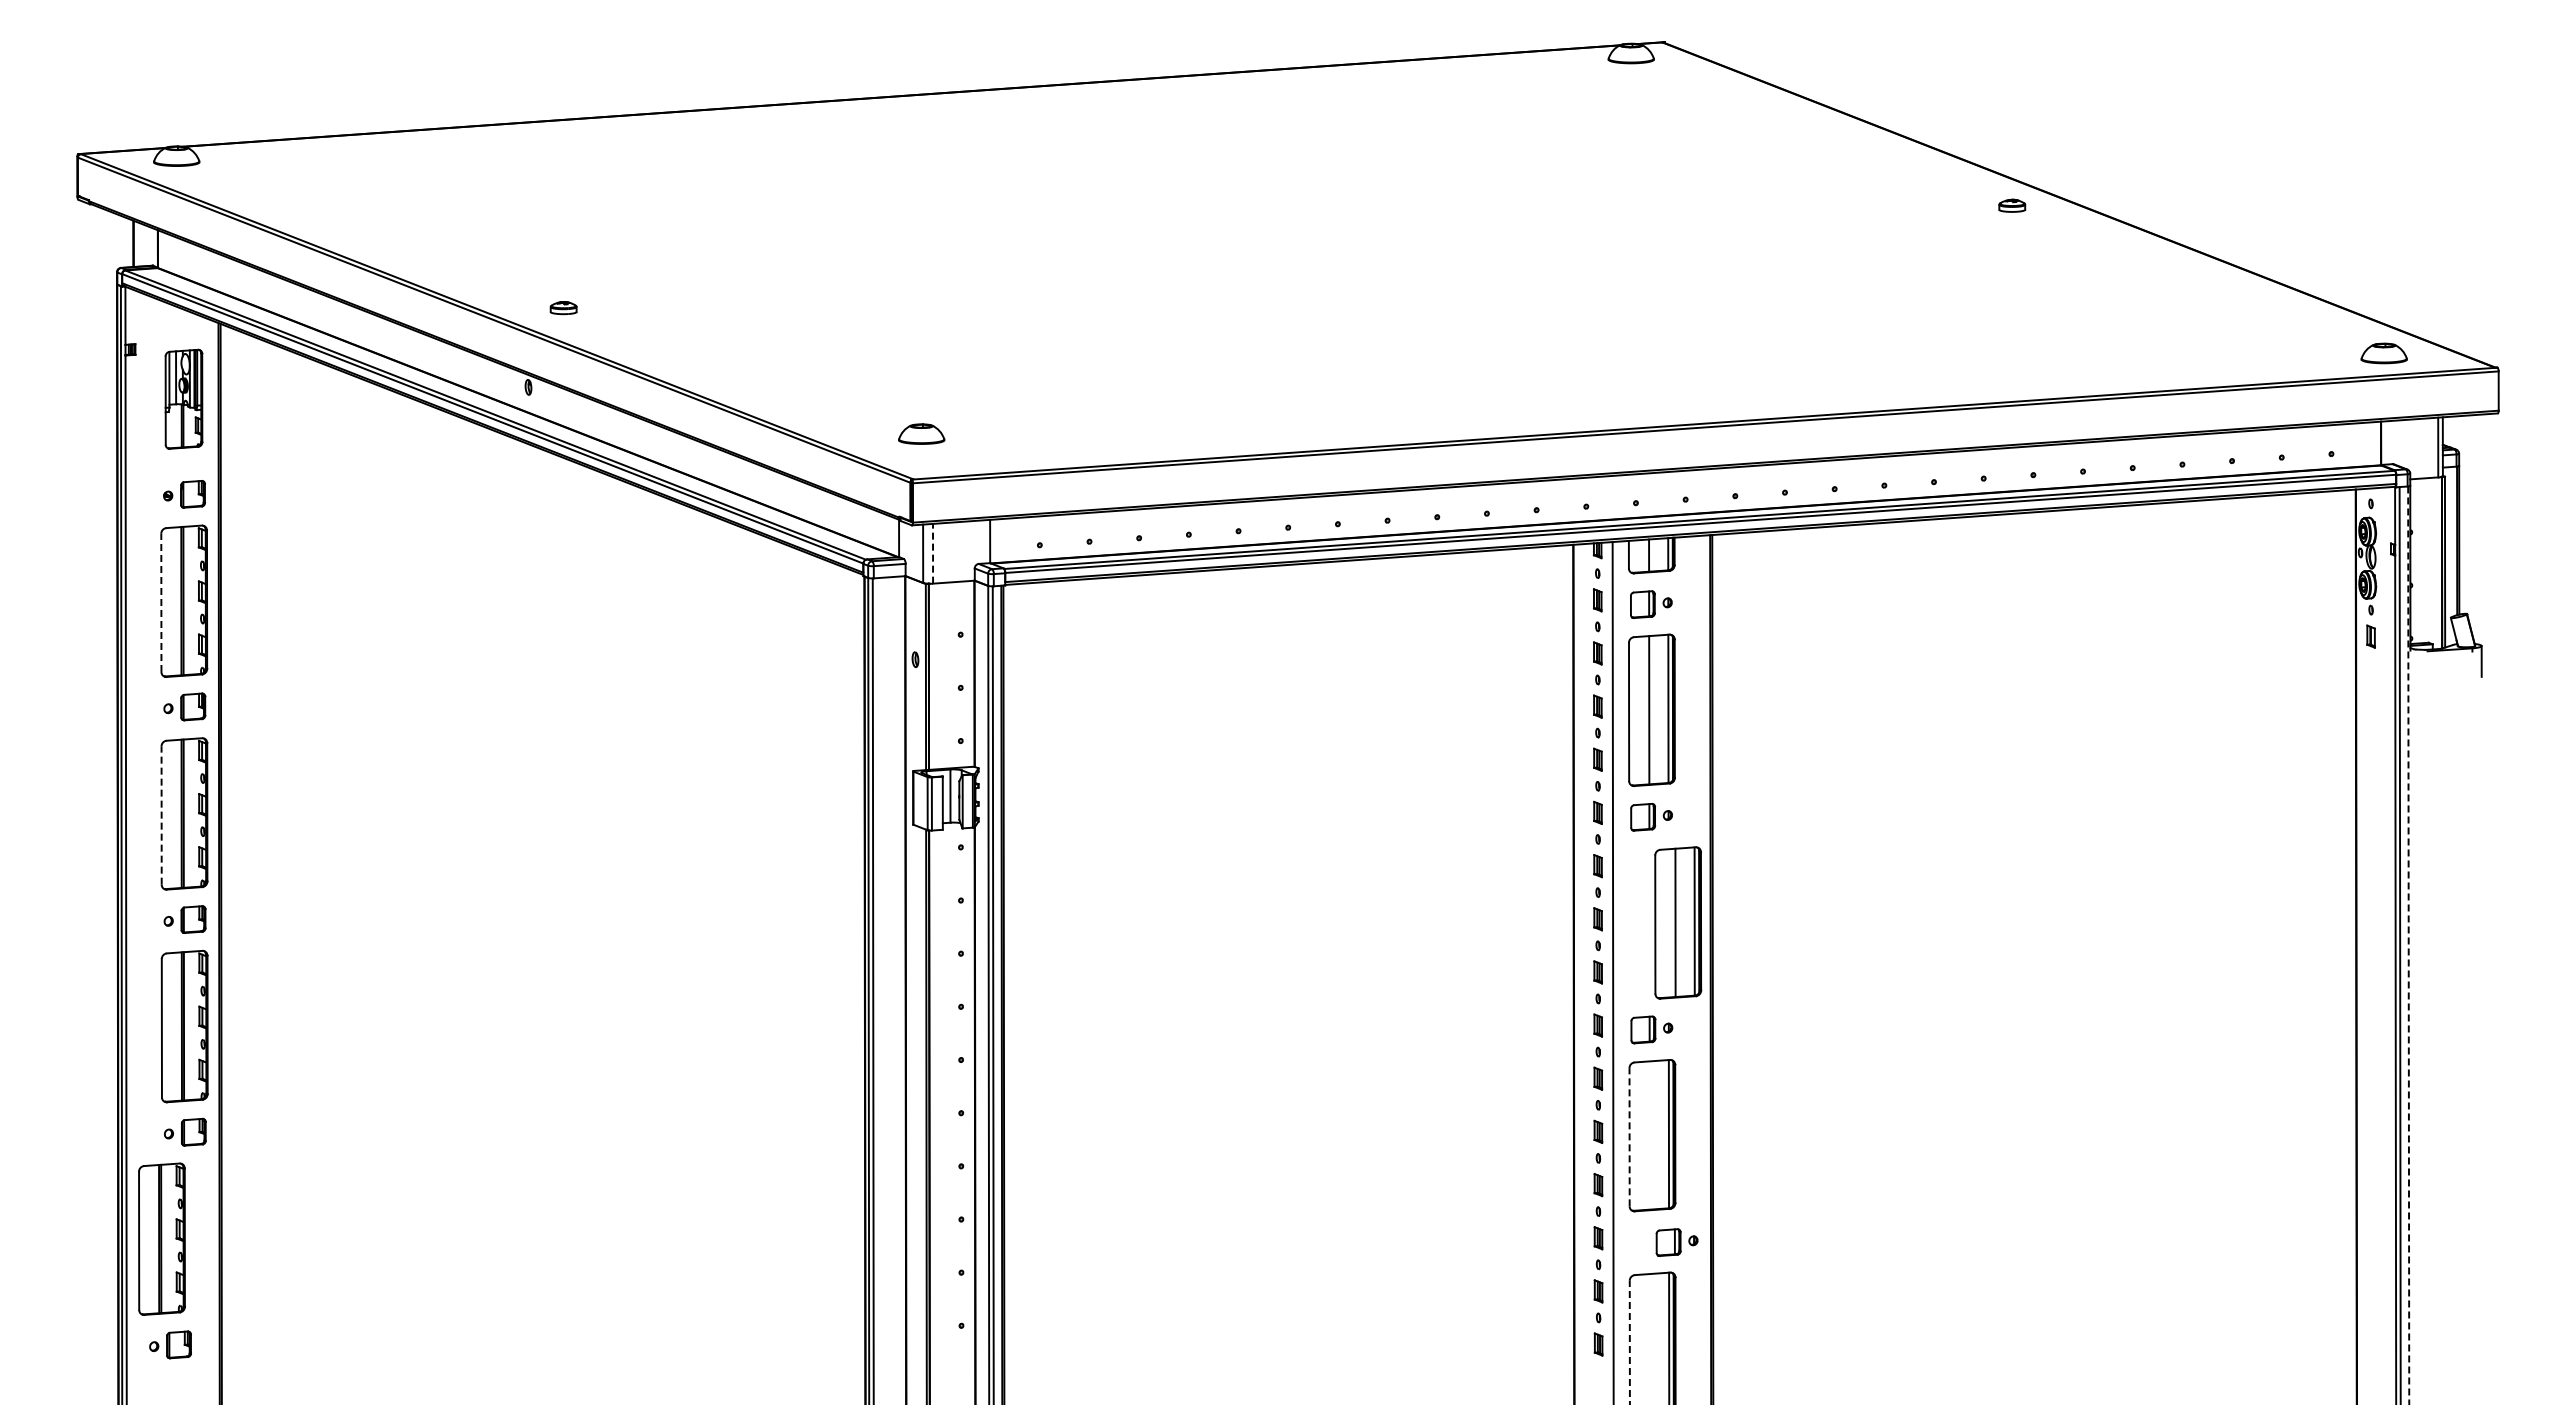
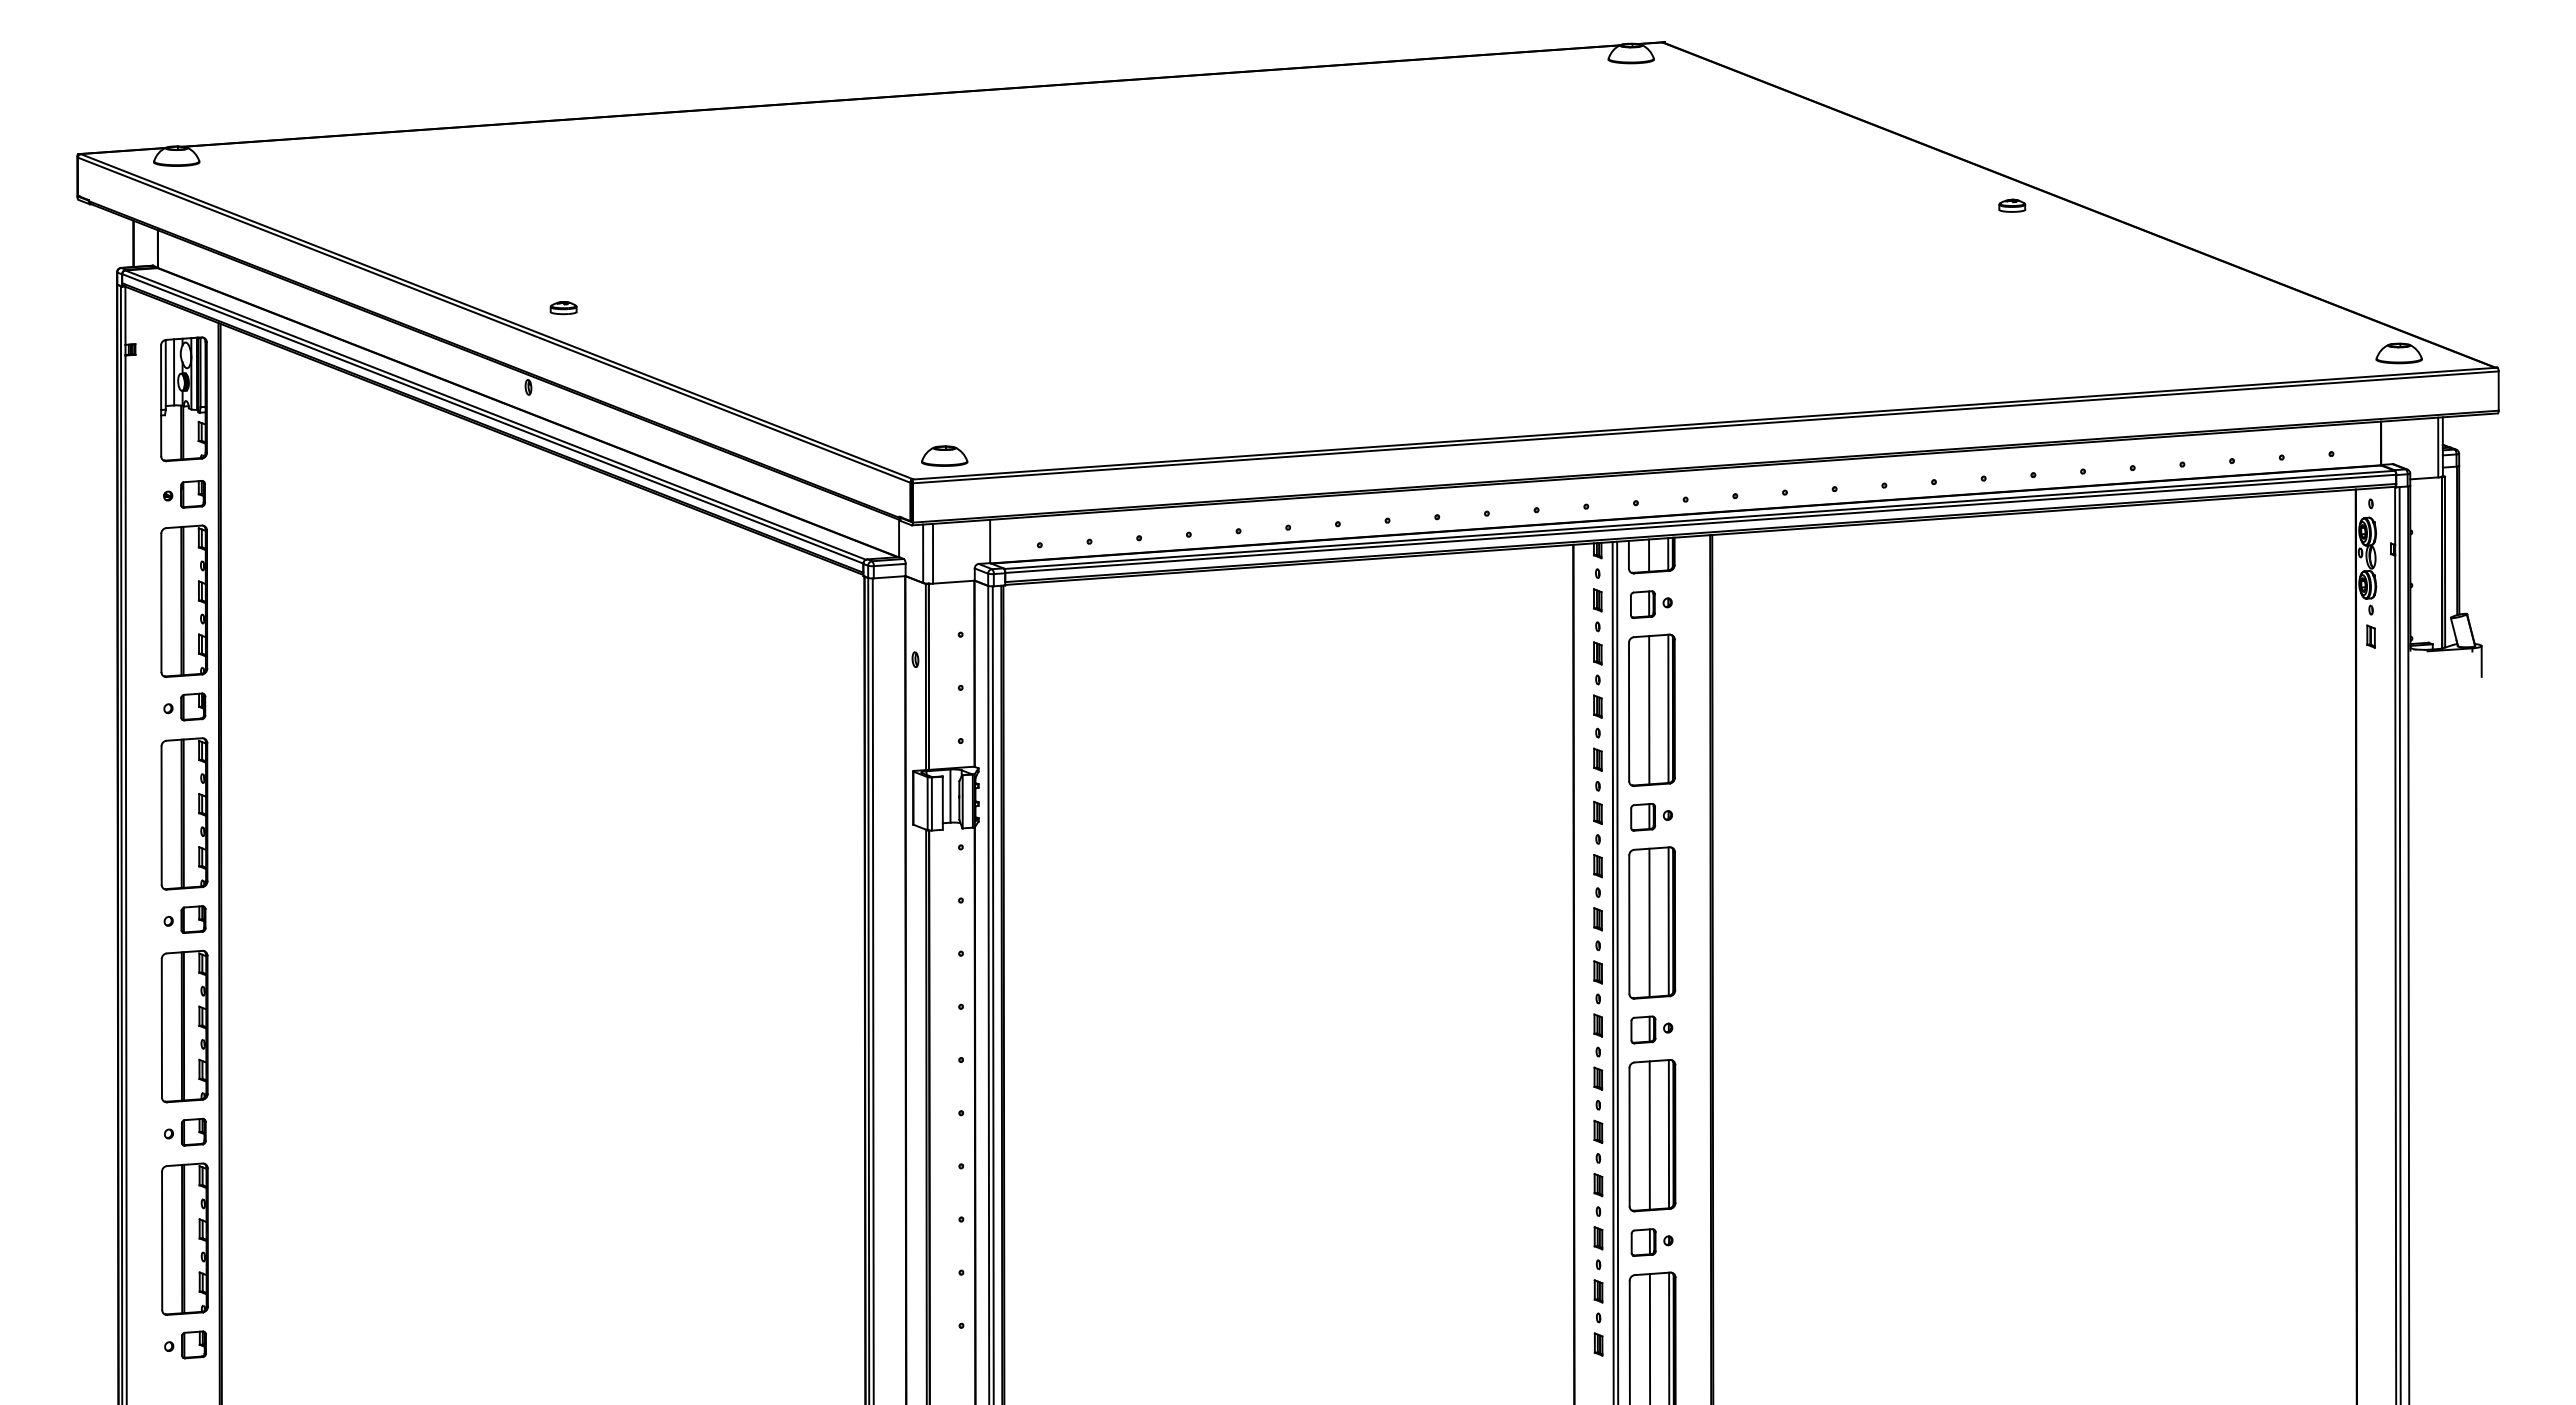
part at (2383, 353) position: (2383, 353) -> (2398, 353)
part at (183, 398) size: 40x102 px -> 48x127 px
part at (921, 433) position: (921, 433) -> (944, 455)
line at (933, 553): dashed -> solid
line at (161, 602): dashed -> solid
line at (161, 815): dashed -> solid
part at (1678, 922) position: (1678, 922) -> (1652, 922)
line at (2408, 945): dashed -> solid
line at (1617, 971): none -> present
line at (1649, 1135): none -> present
line at (1629, 1136): dashed -> solid
part at (161, 1238) position: (161, 1238) -> (184, 1238)
part at (1676, 1242) position: (1676, 1242) -> (1651, 1242)
line at (1649, 1337): none -> present
line at (1629, 1342): dashed -> solid
part at (170, 1344) position: (170, 1344) -> (185, 1344)
